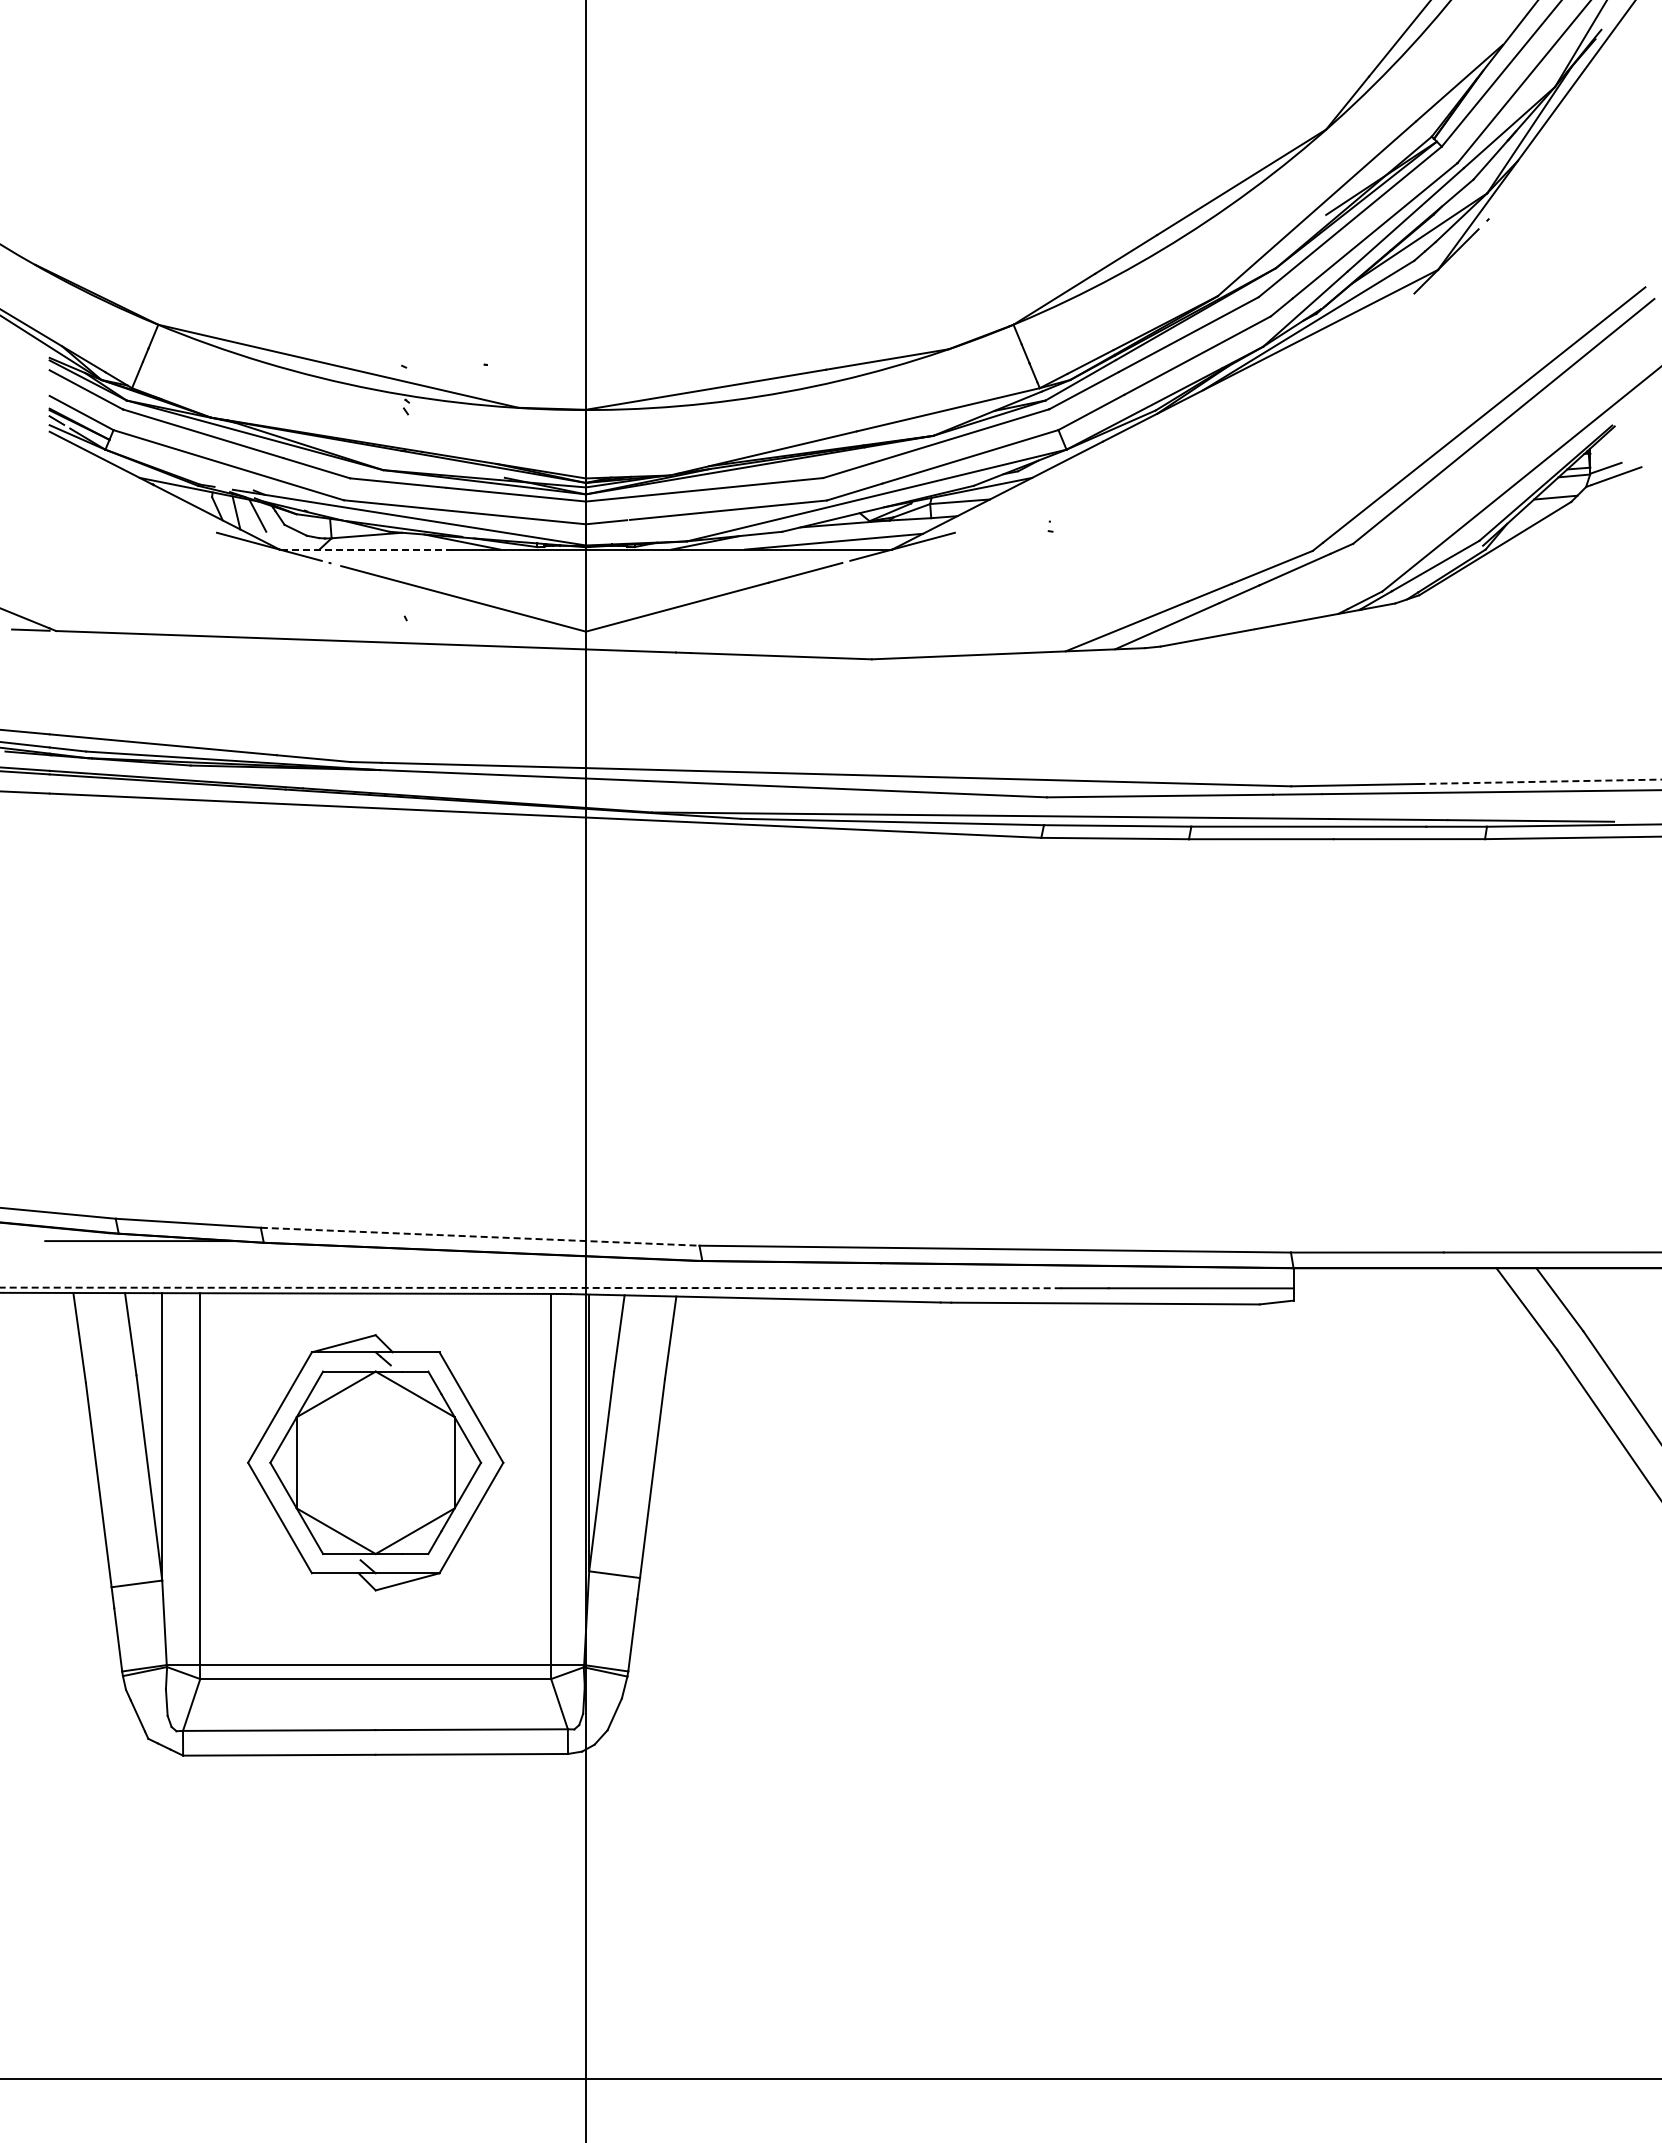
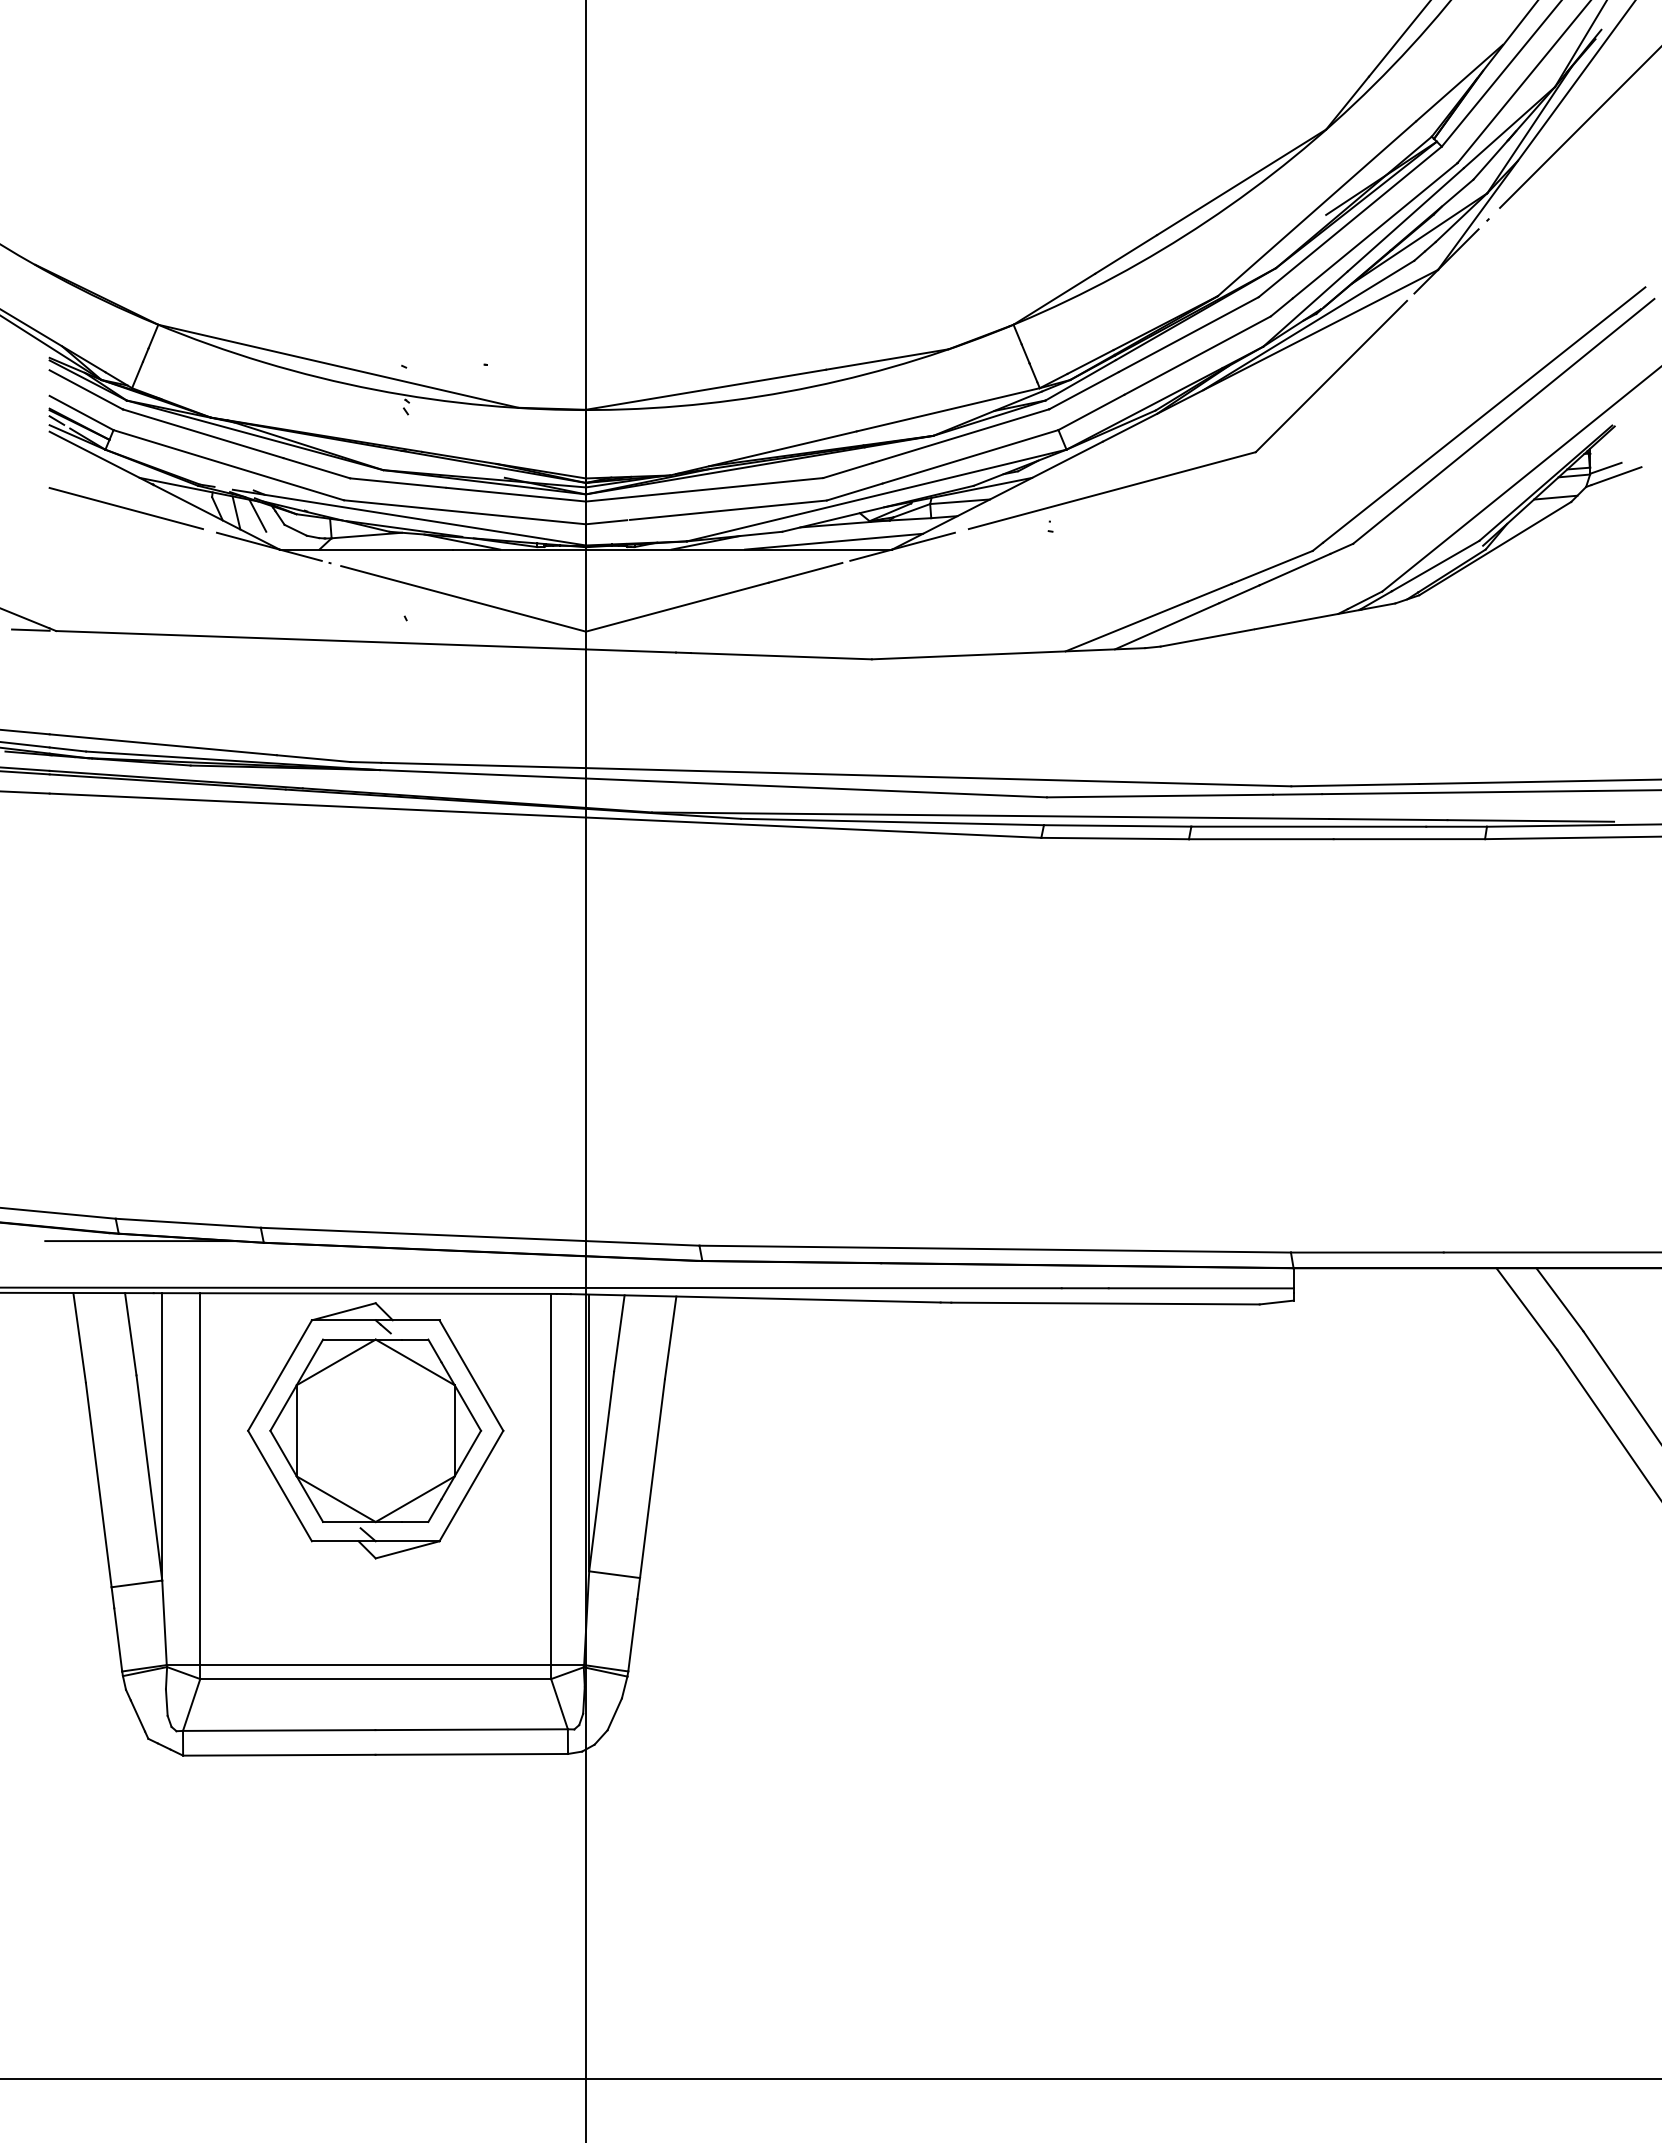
line at (1579, 128): none -> present
part at (1201, 465): none -> present
line at (125, 508): none -> present
line at (366, 549): dashed -> solid
line at (1540, 781): dashed -> solid
line at (480, 1236): dashed -> solid
line at (530, 1287): dashed -> solid
part at (375, 1462) position: (375, 1462) -> (375, 1430)
